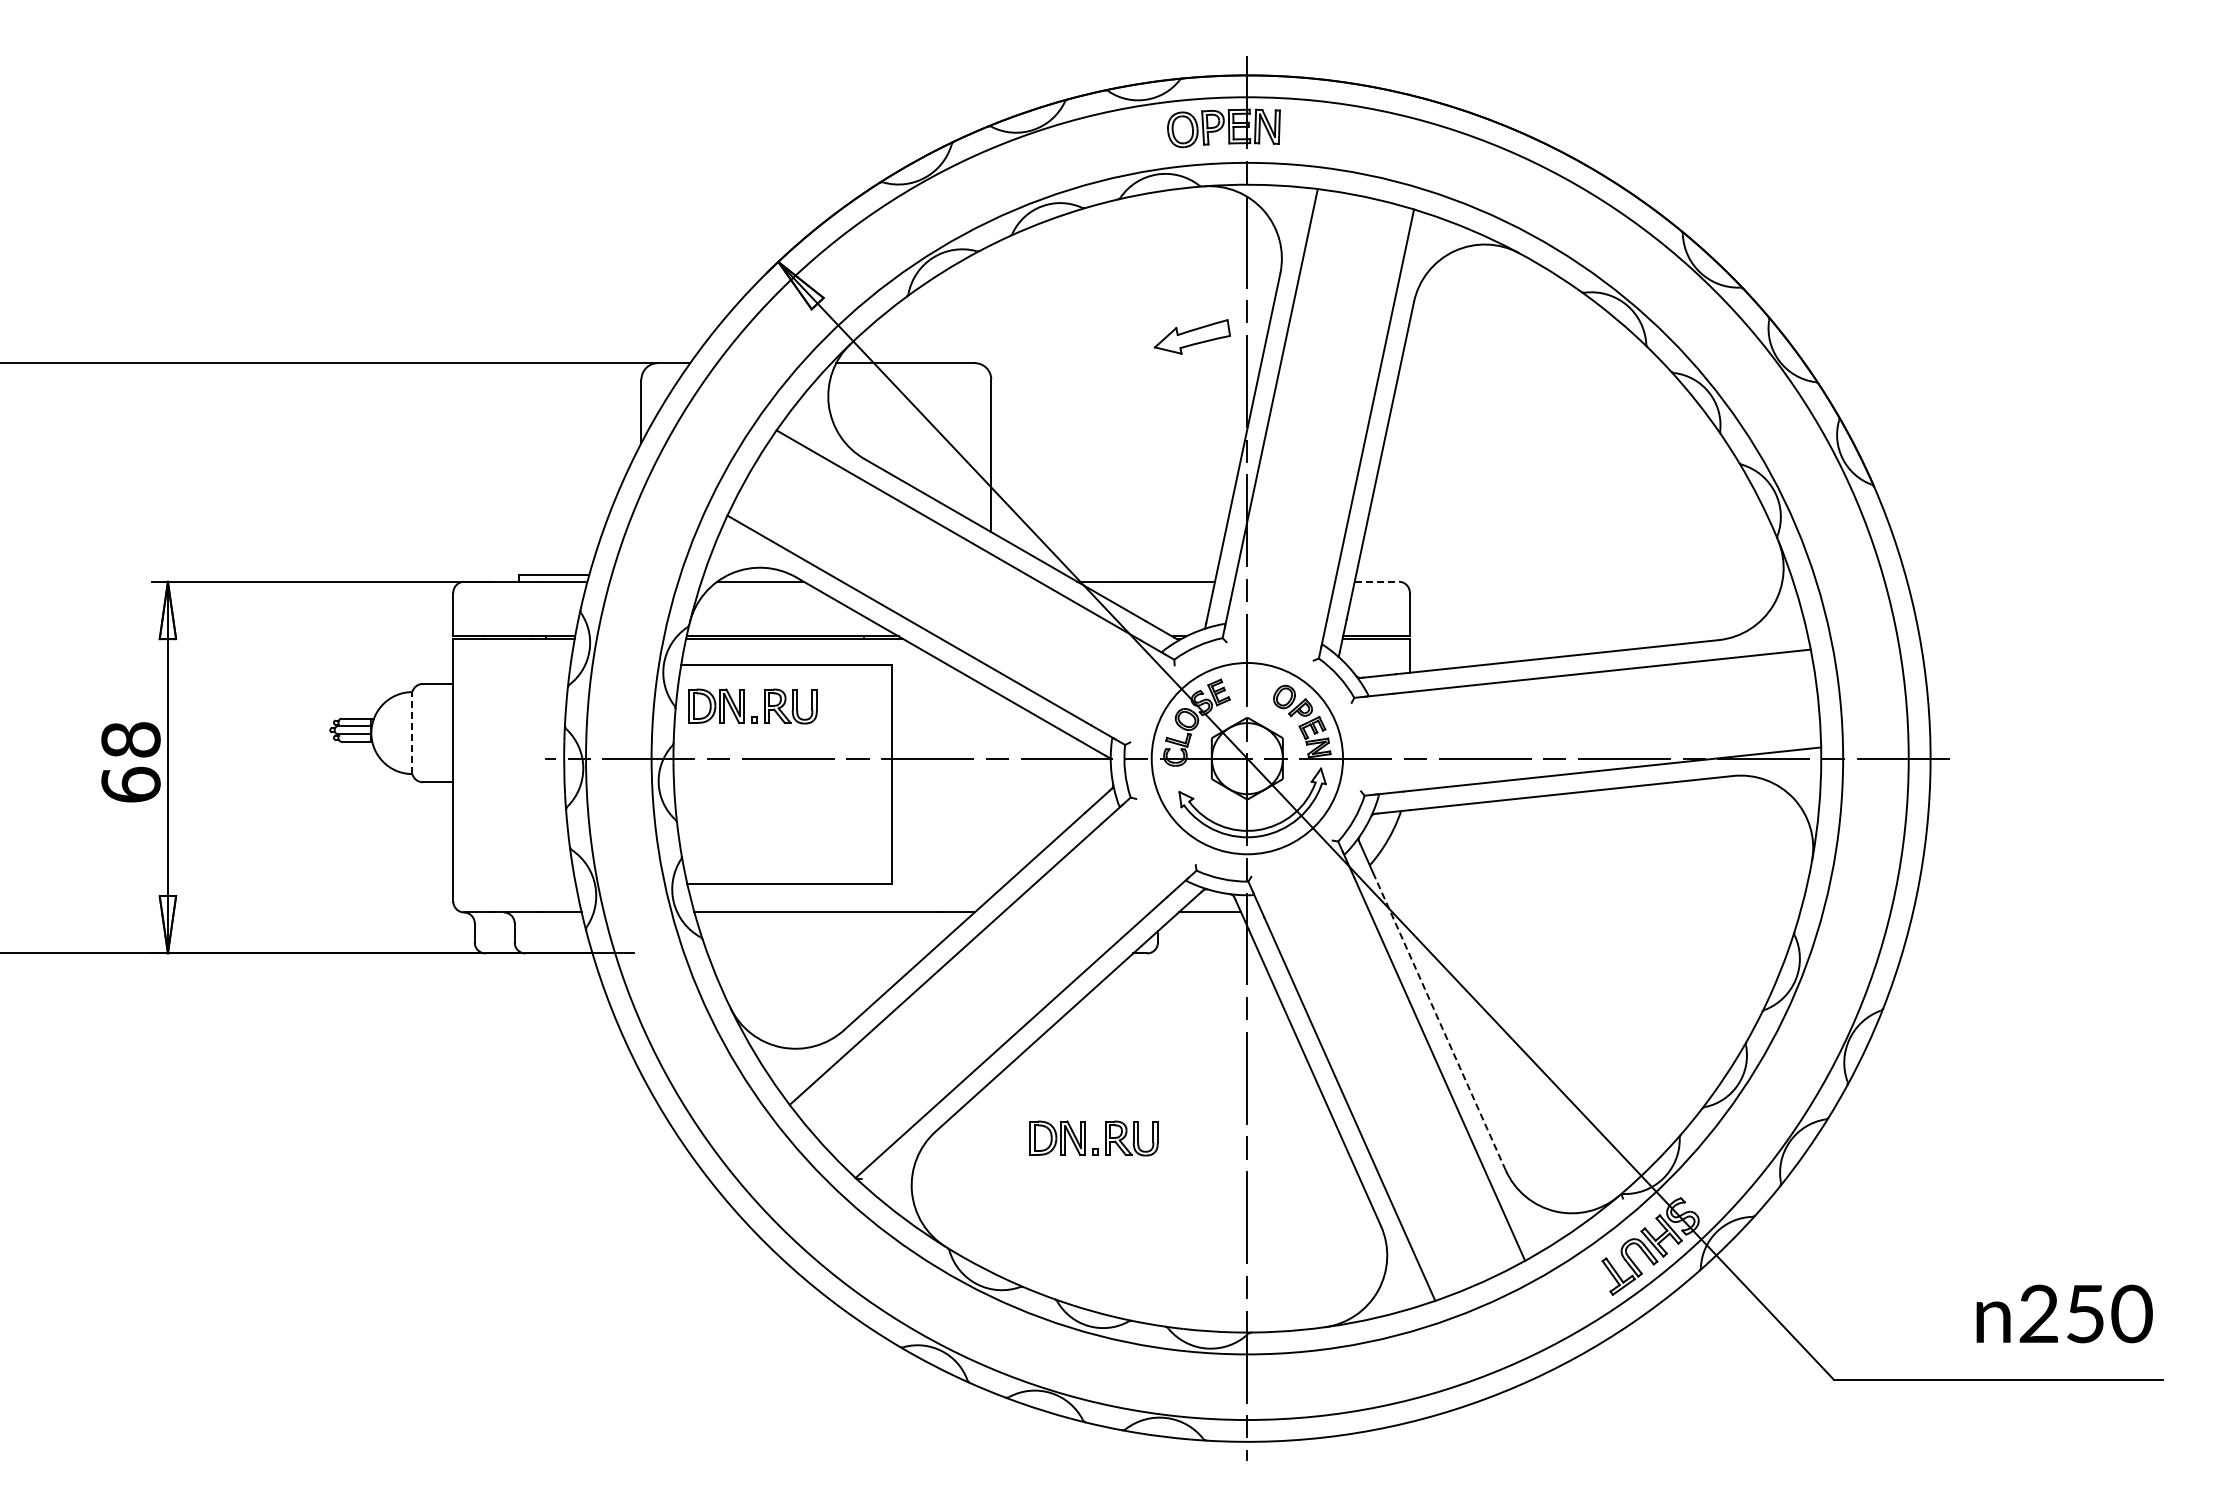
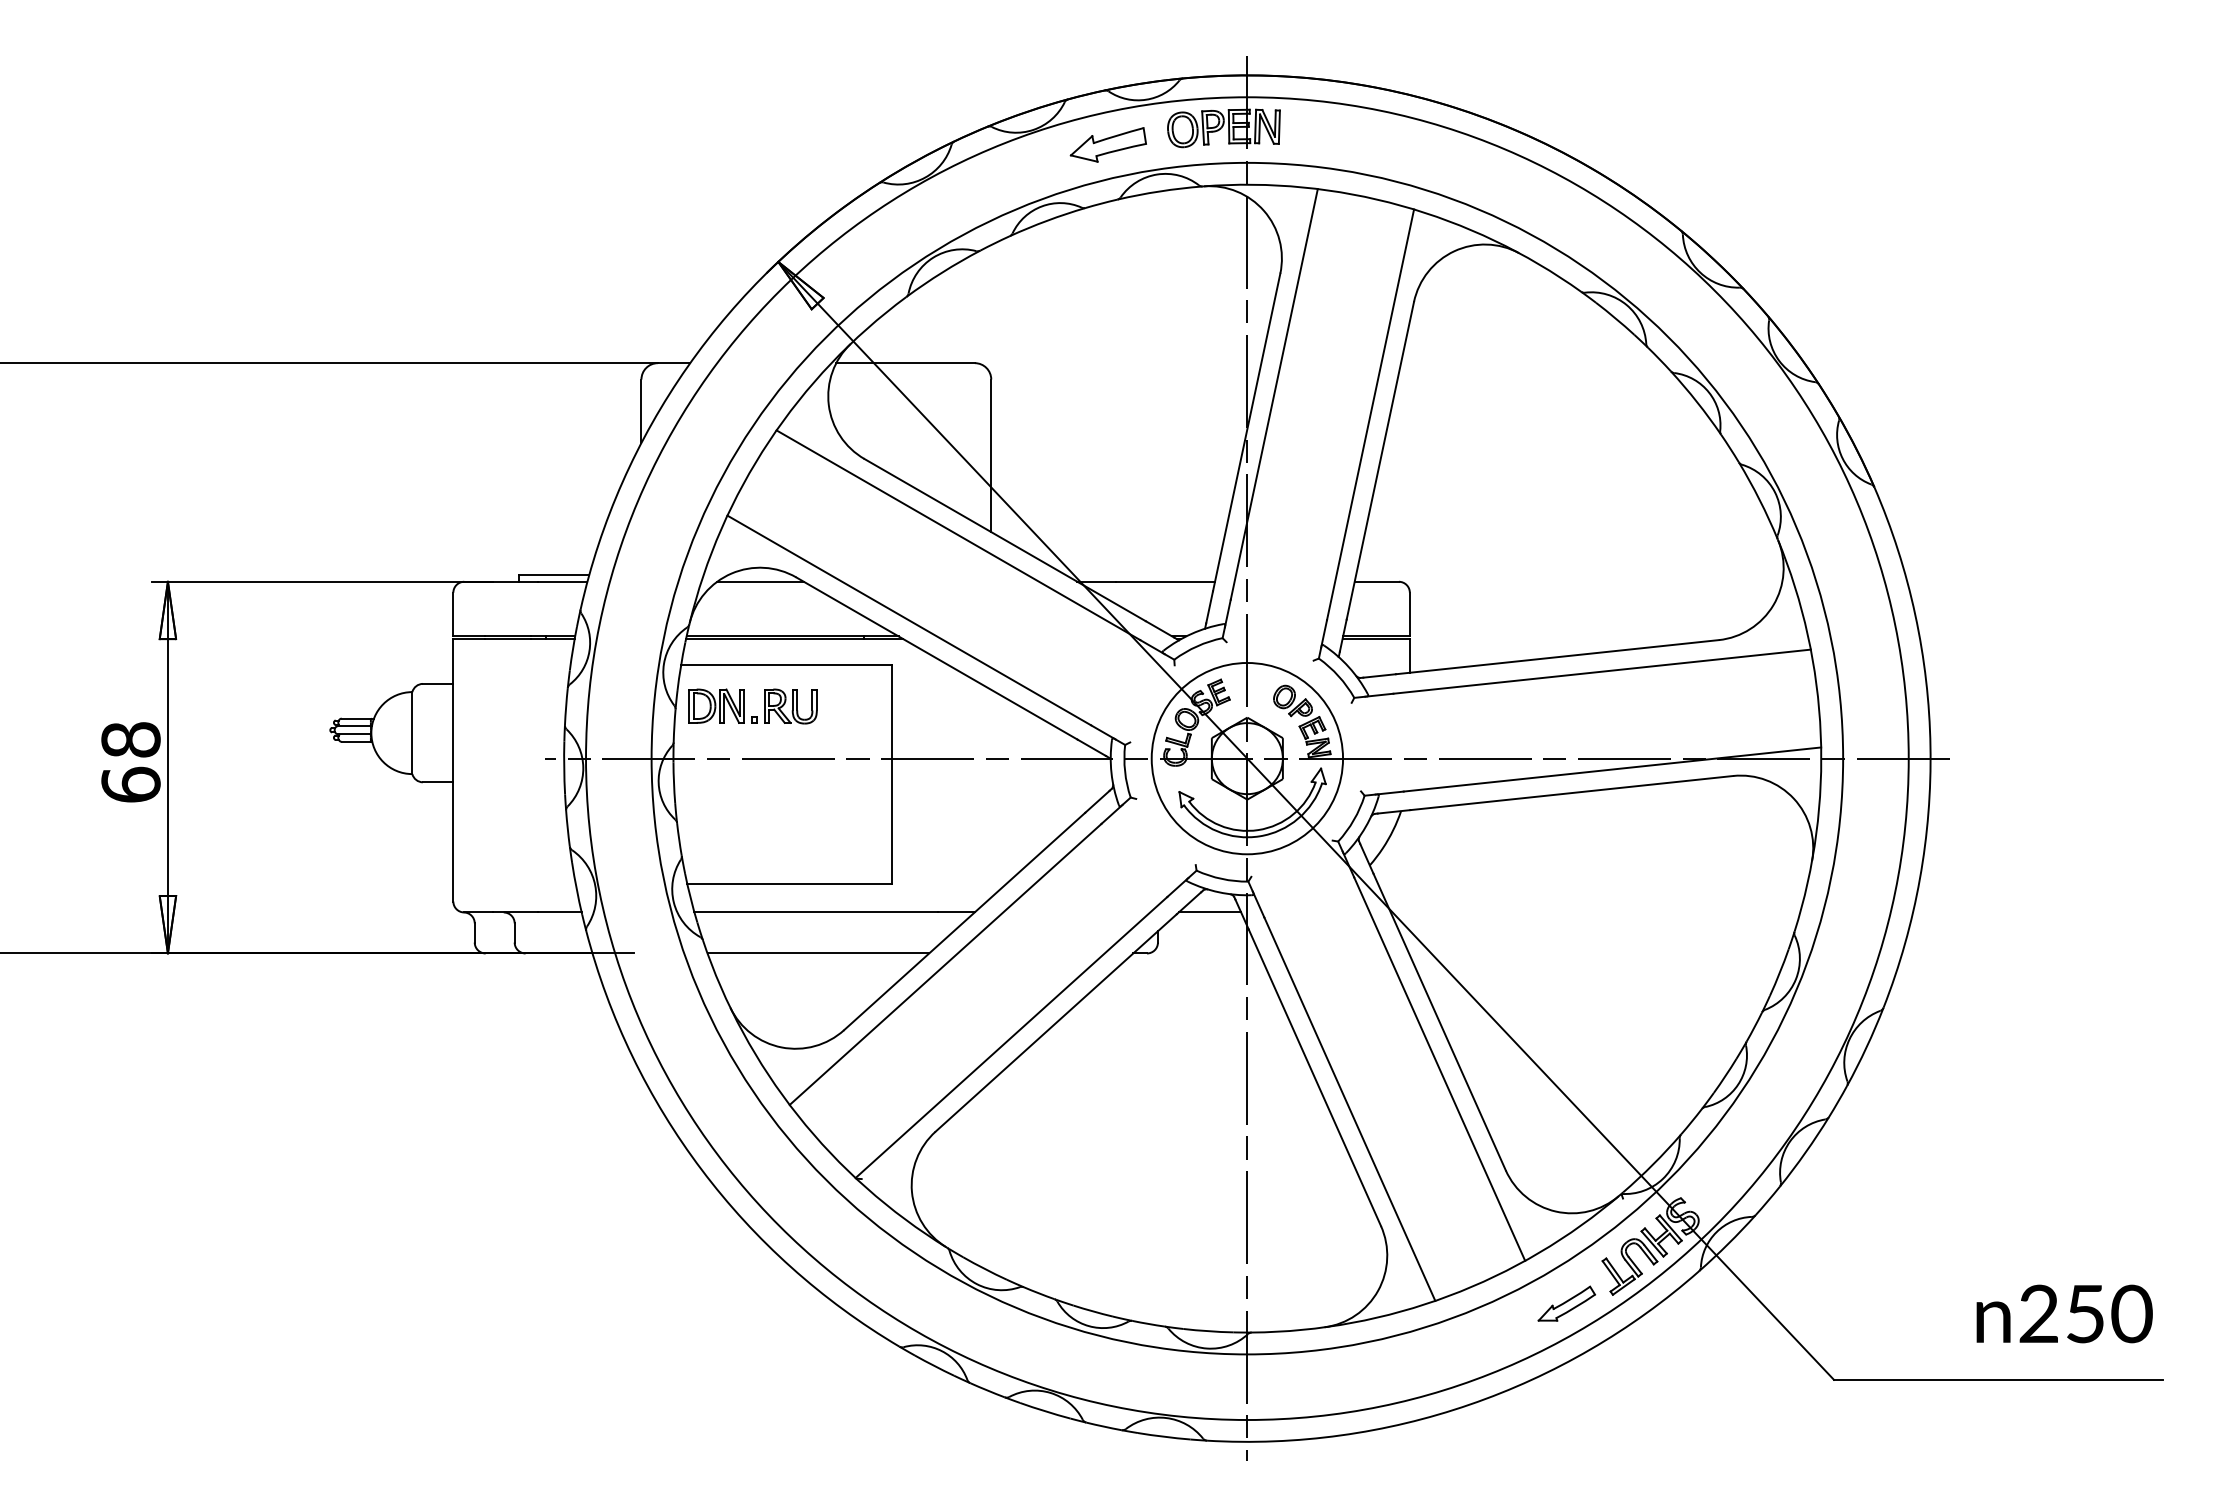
part at (1191, 336) position: (1191, 336) -> (1107, 144)
line at (1377, 581): dashed -> solid
line at (412, 733): dashed -> solid
line at (818, 953): none -> present
line at (1439, 1021): dashed -> solid
part at (1085, 1138): present -> none
part at (1566, 1303): none -> present
